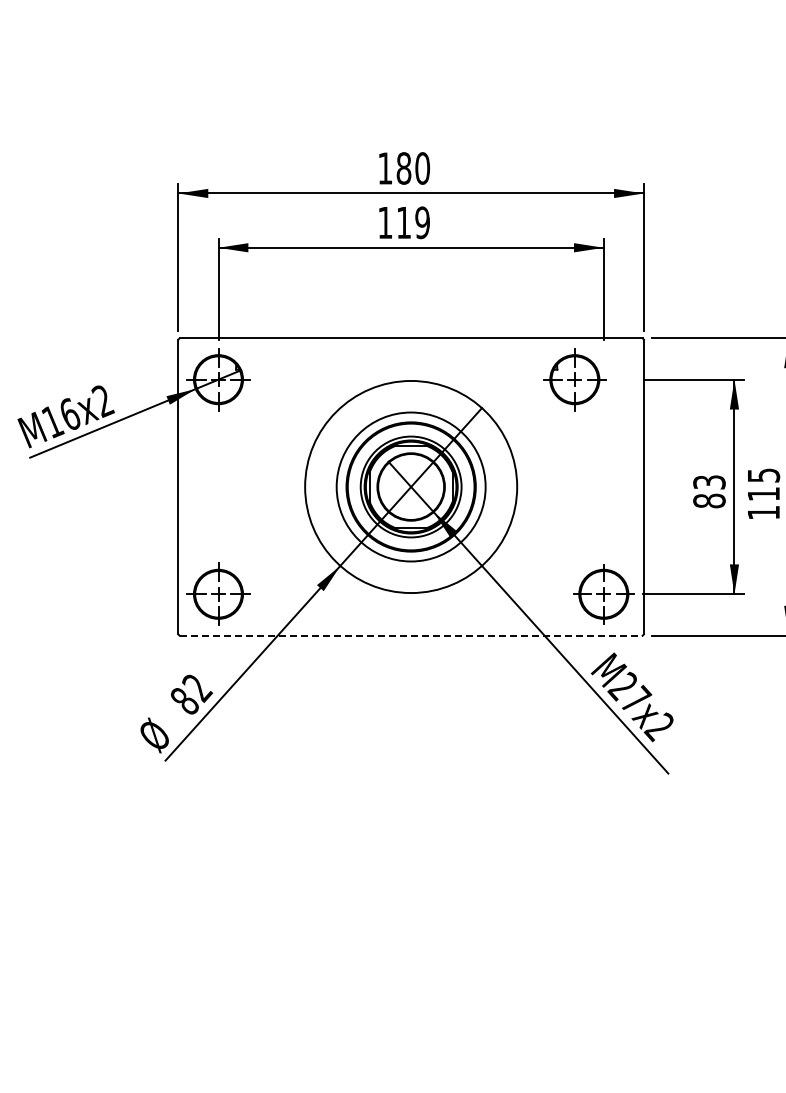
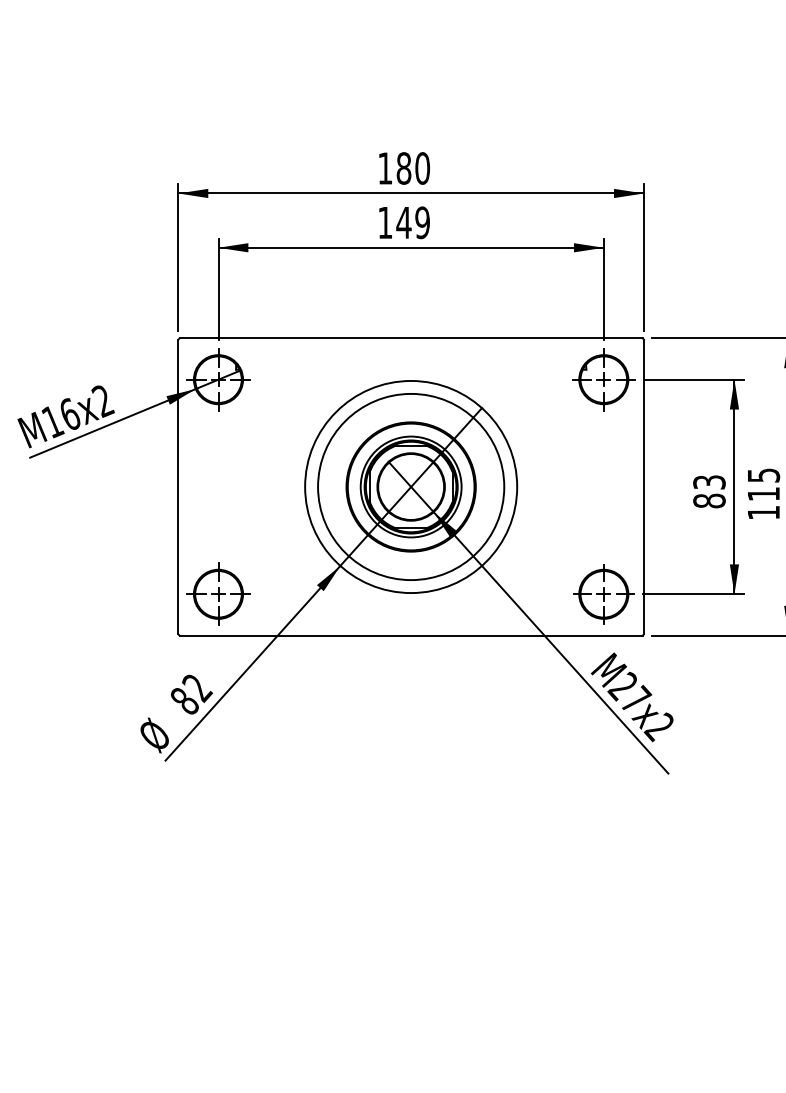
text at (403, 222): 119 -> 149
part at (574, 379) position: (574, 379) -> (603, 379)
circle at (410, 486) diameter: 149 px -> 186 px
line at (411, 635): dashed -> solid
